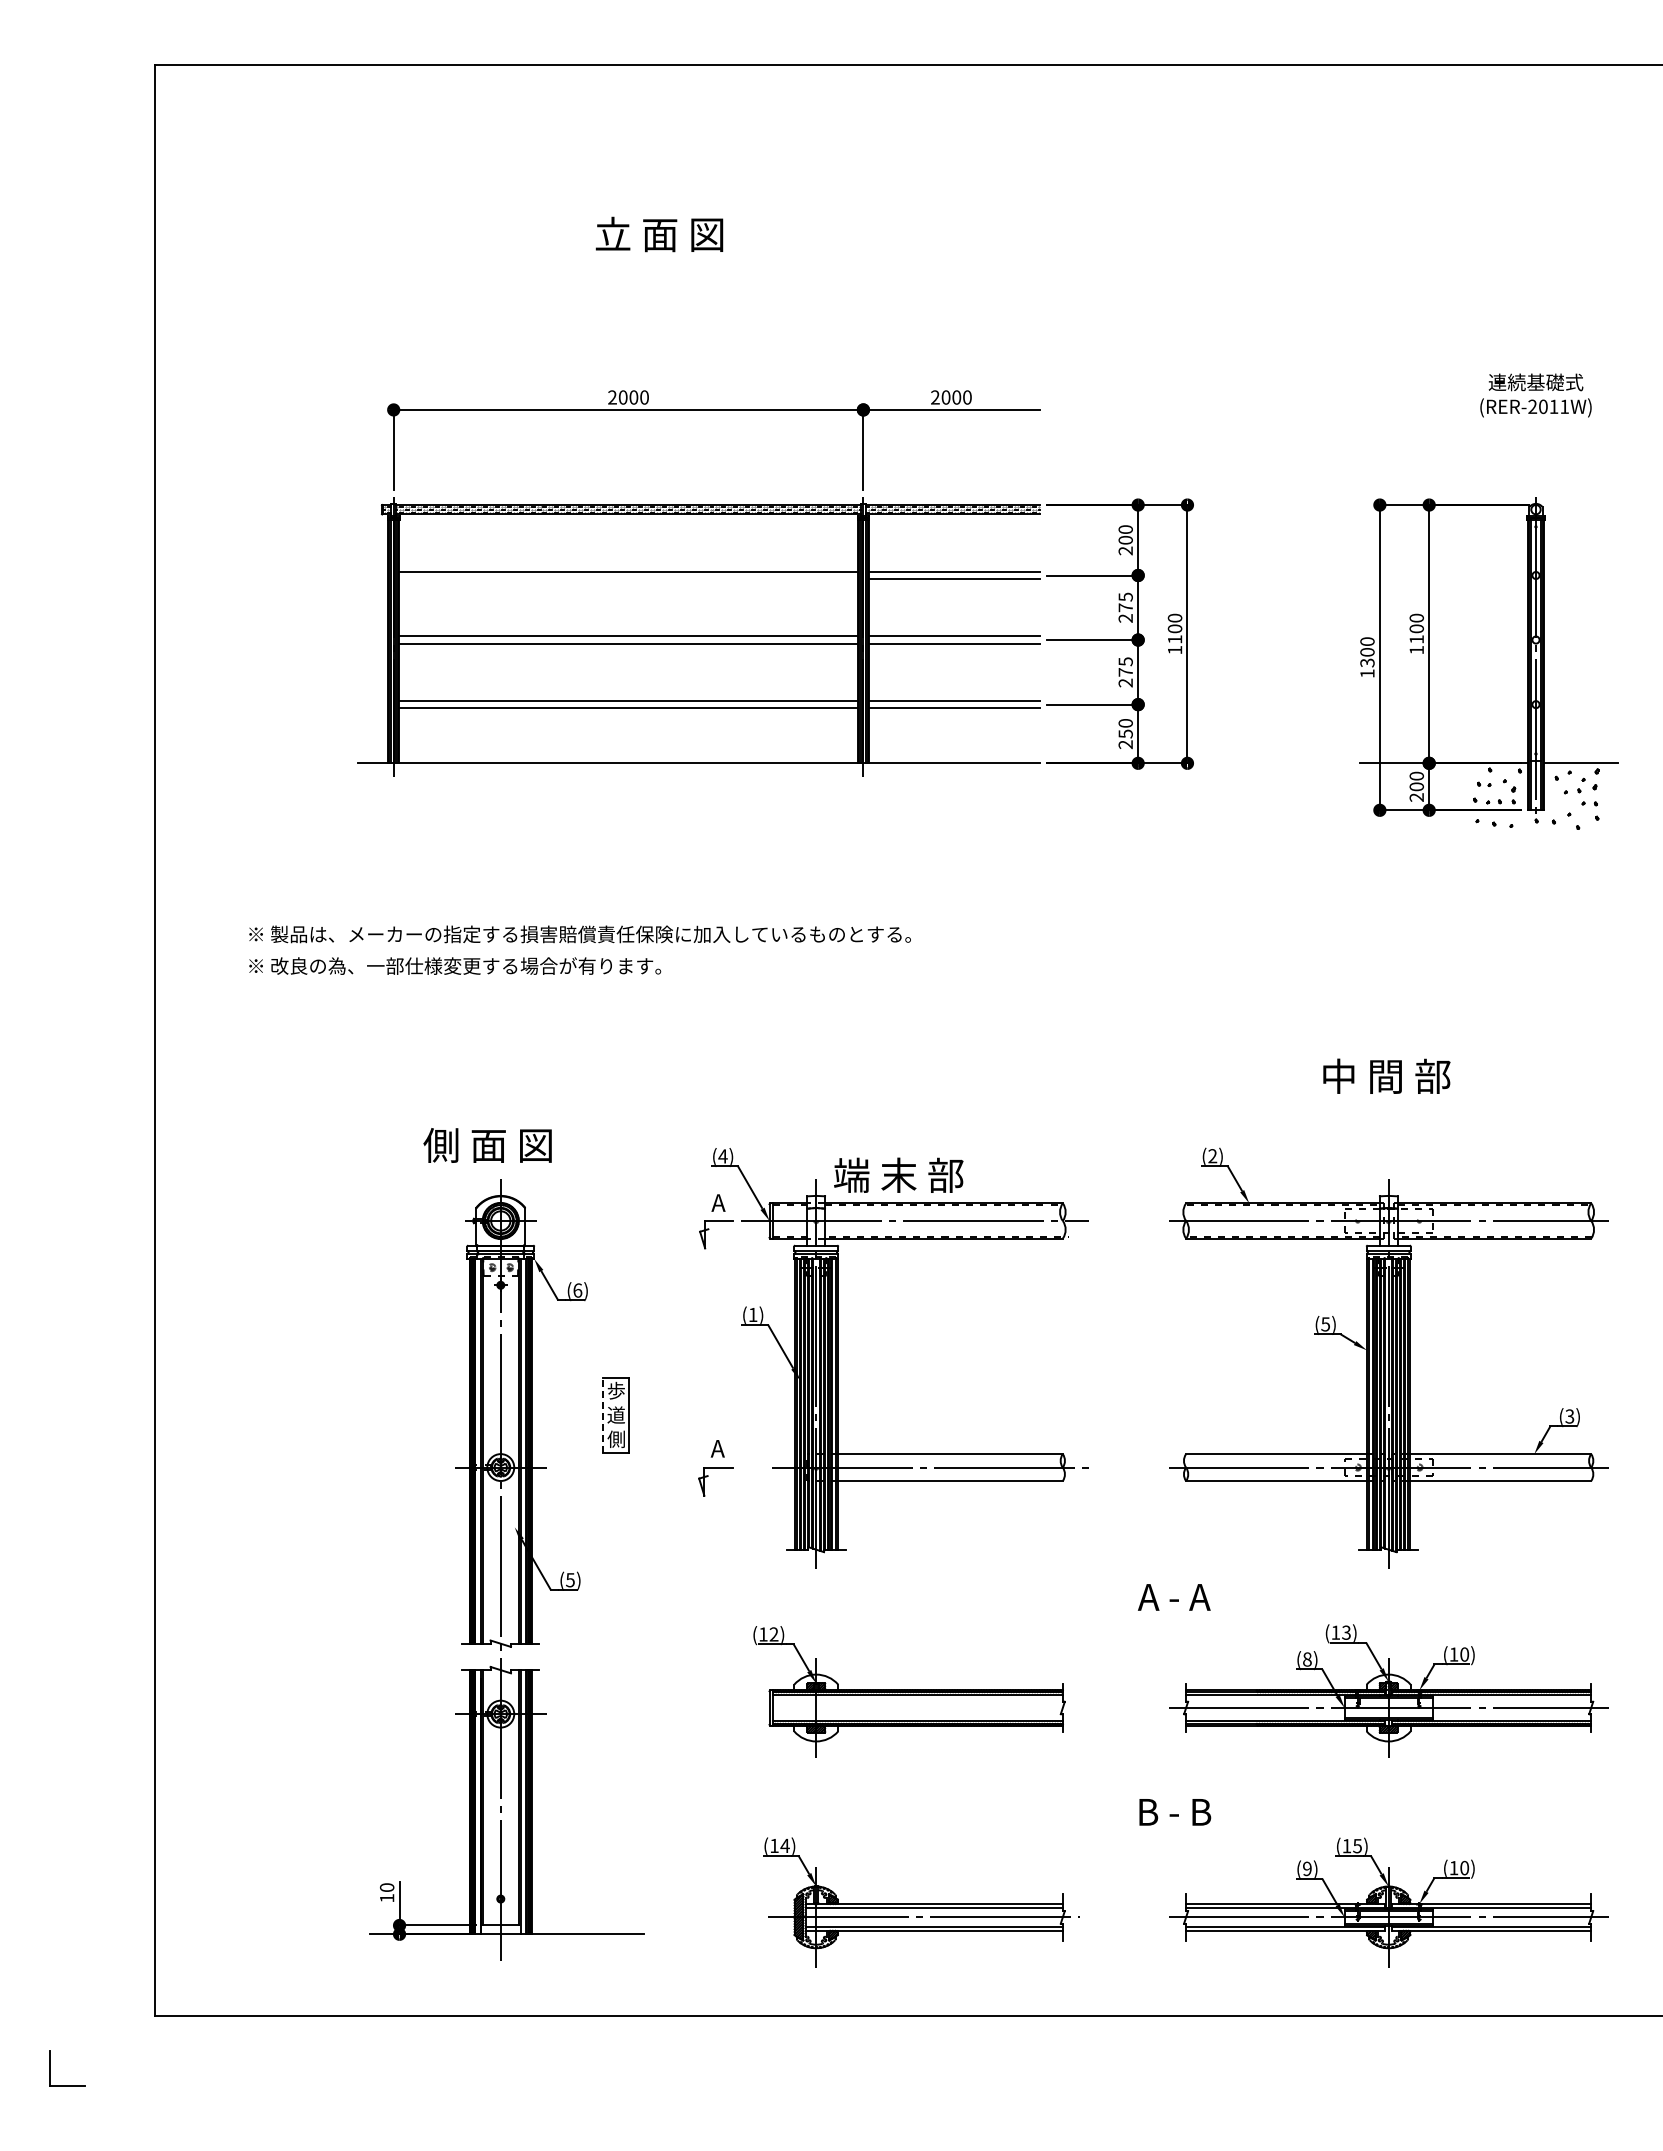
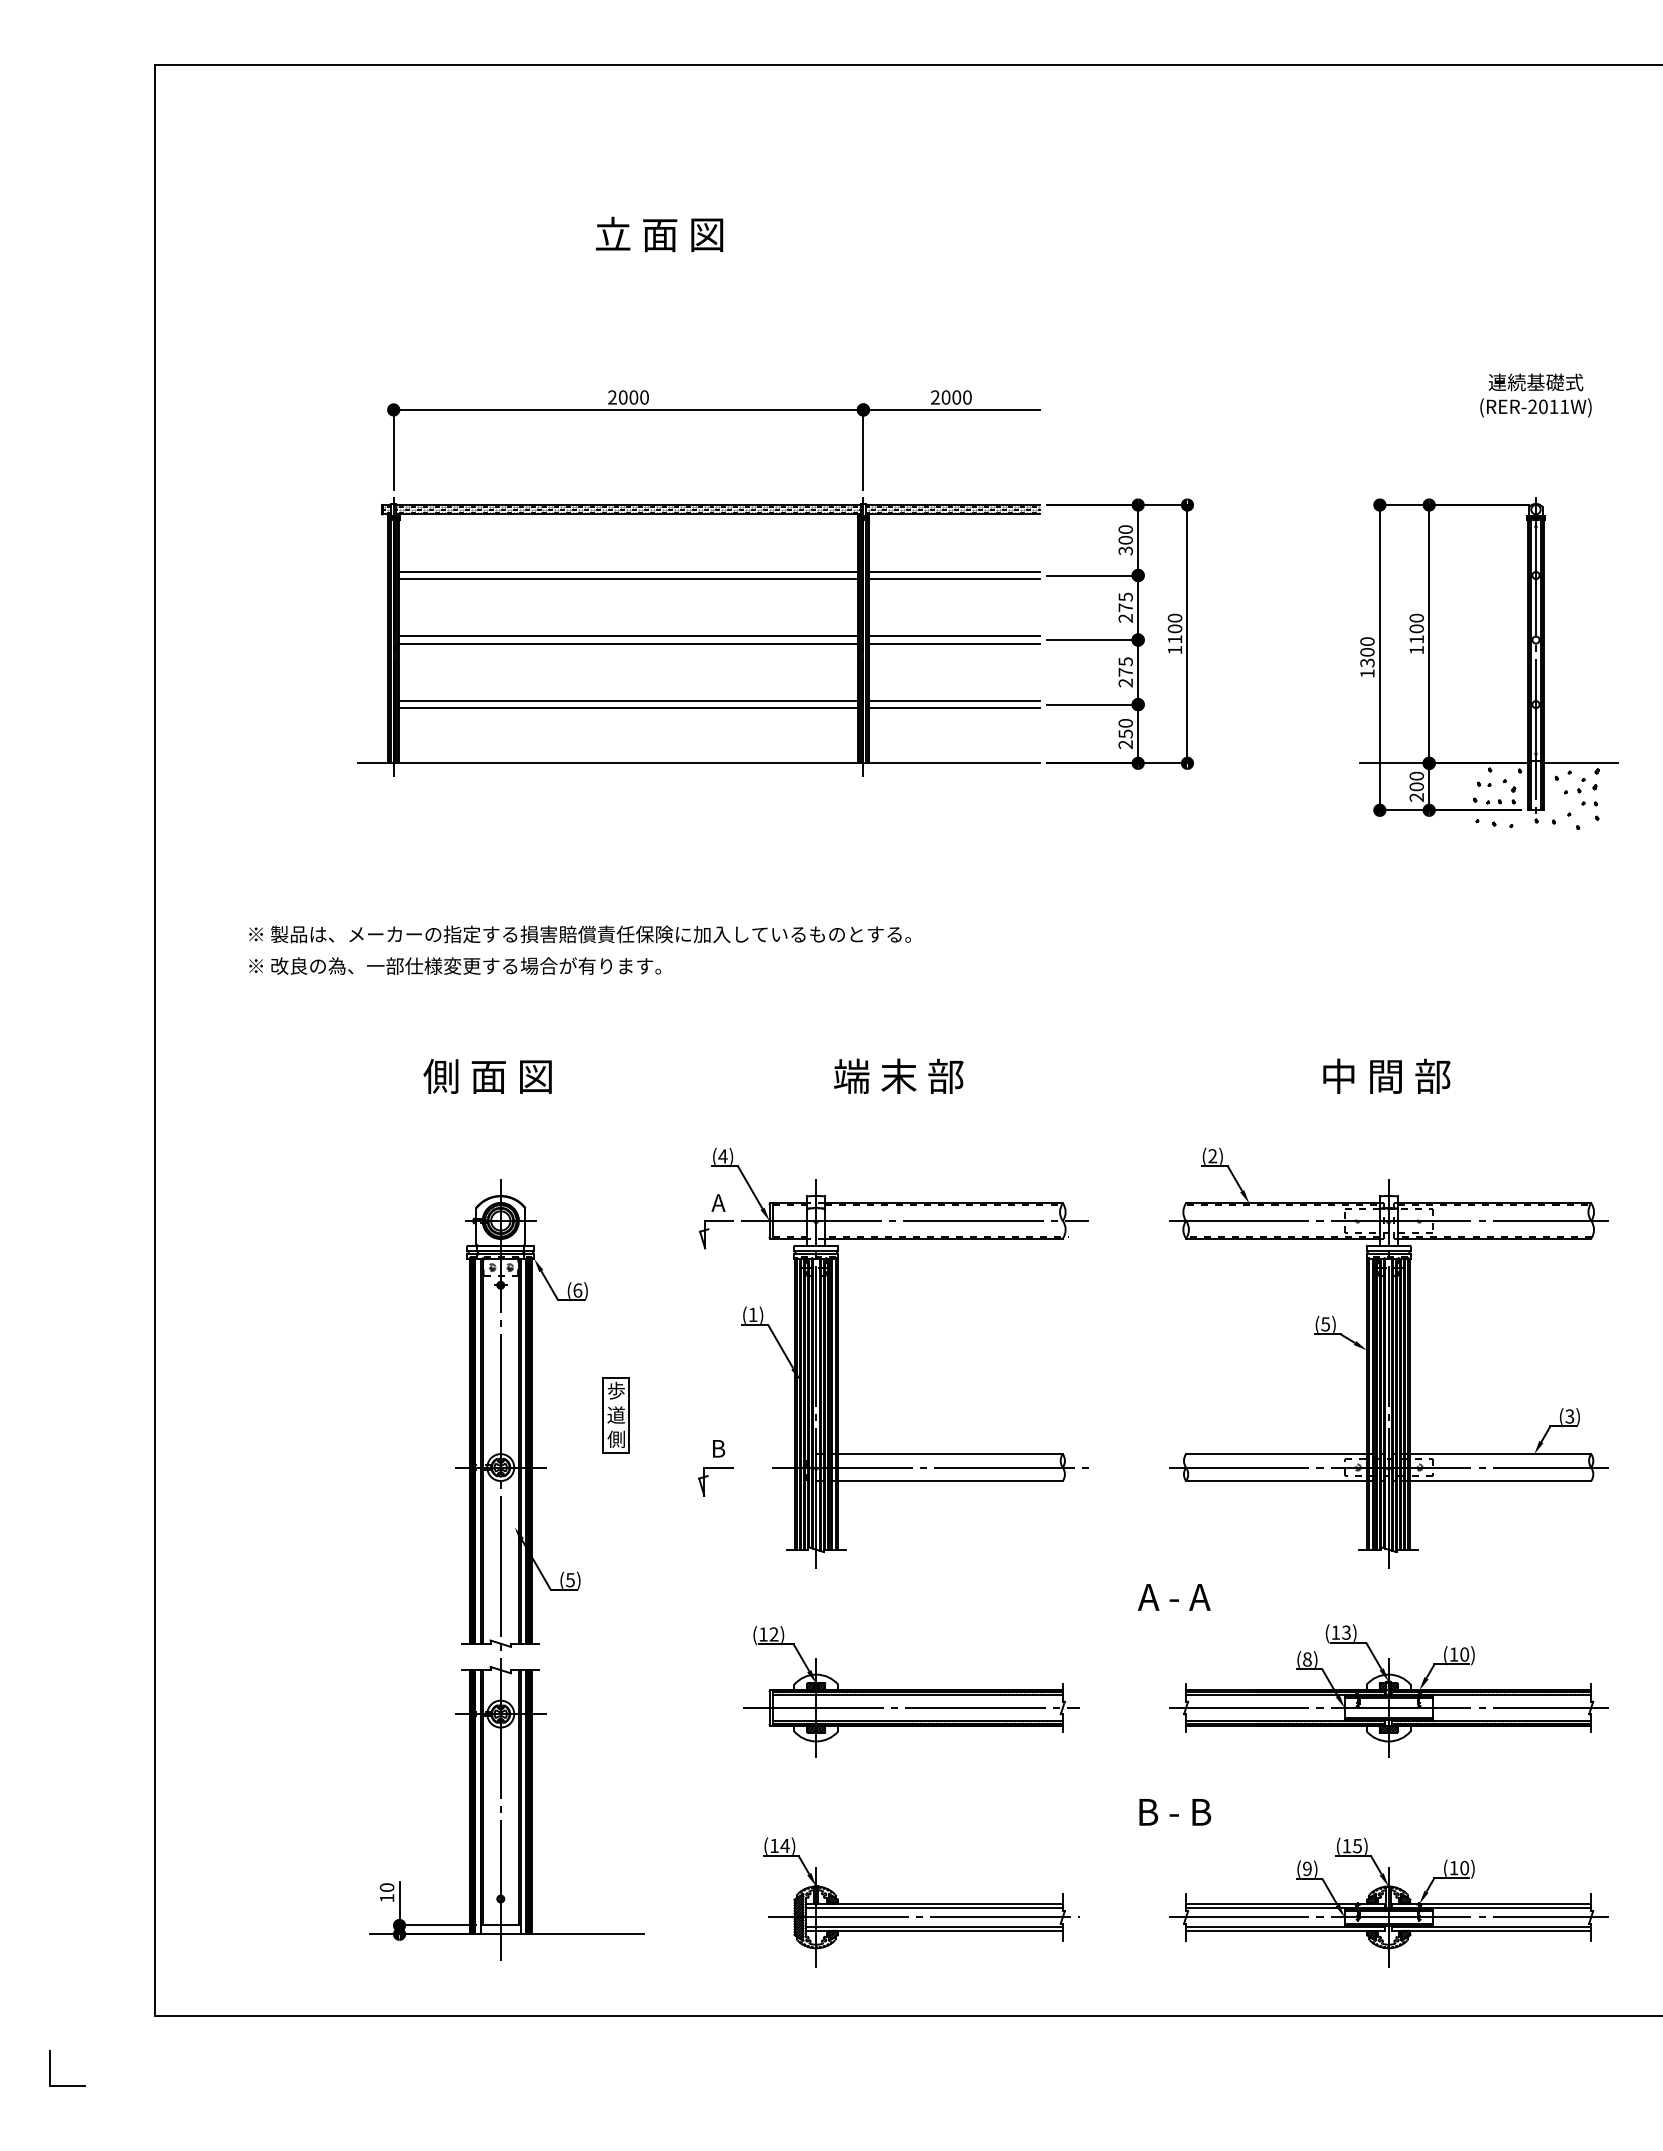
text at (1125, 550): 200 -> 300
line at (628, 579): none -> present
text at (487, 1145) position: (487, 1145) -> (487, 1076)
text at (898, 1174) position: (898, 1174) -> (898, 1075)
line at (602, 1415): dashed -> solid
text at (717, 1448): A -> B
line at (911, 1708): none -> present
